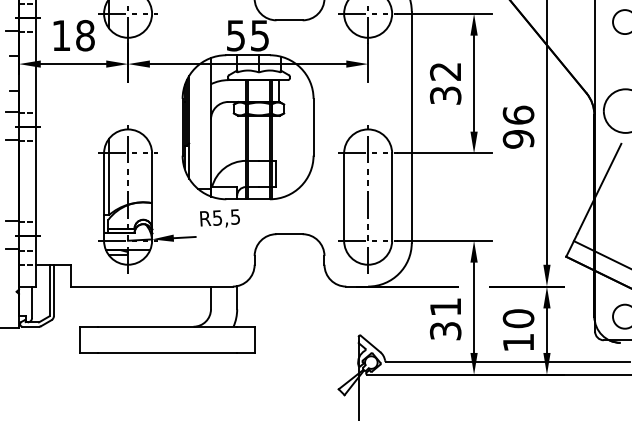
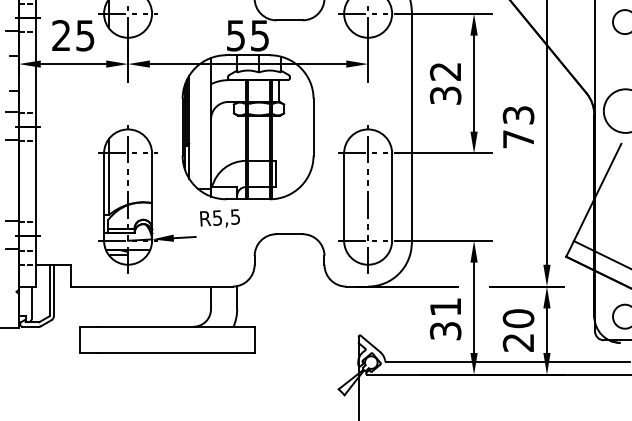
text at (73, 35): 18 -> 25
text at (518, 126): 96 -> 73
text at (517, 342): 10 -> 20
